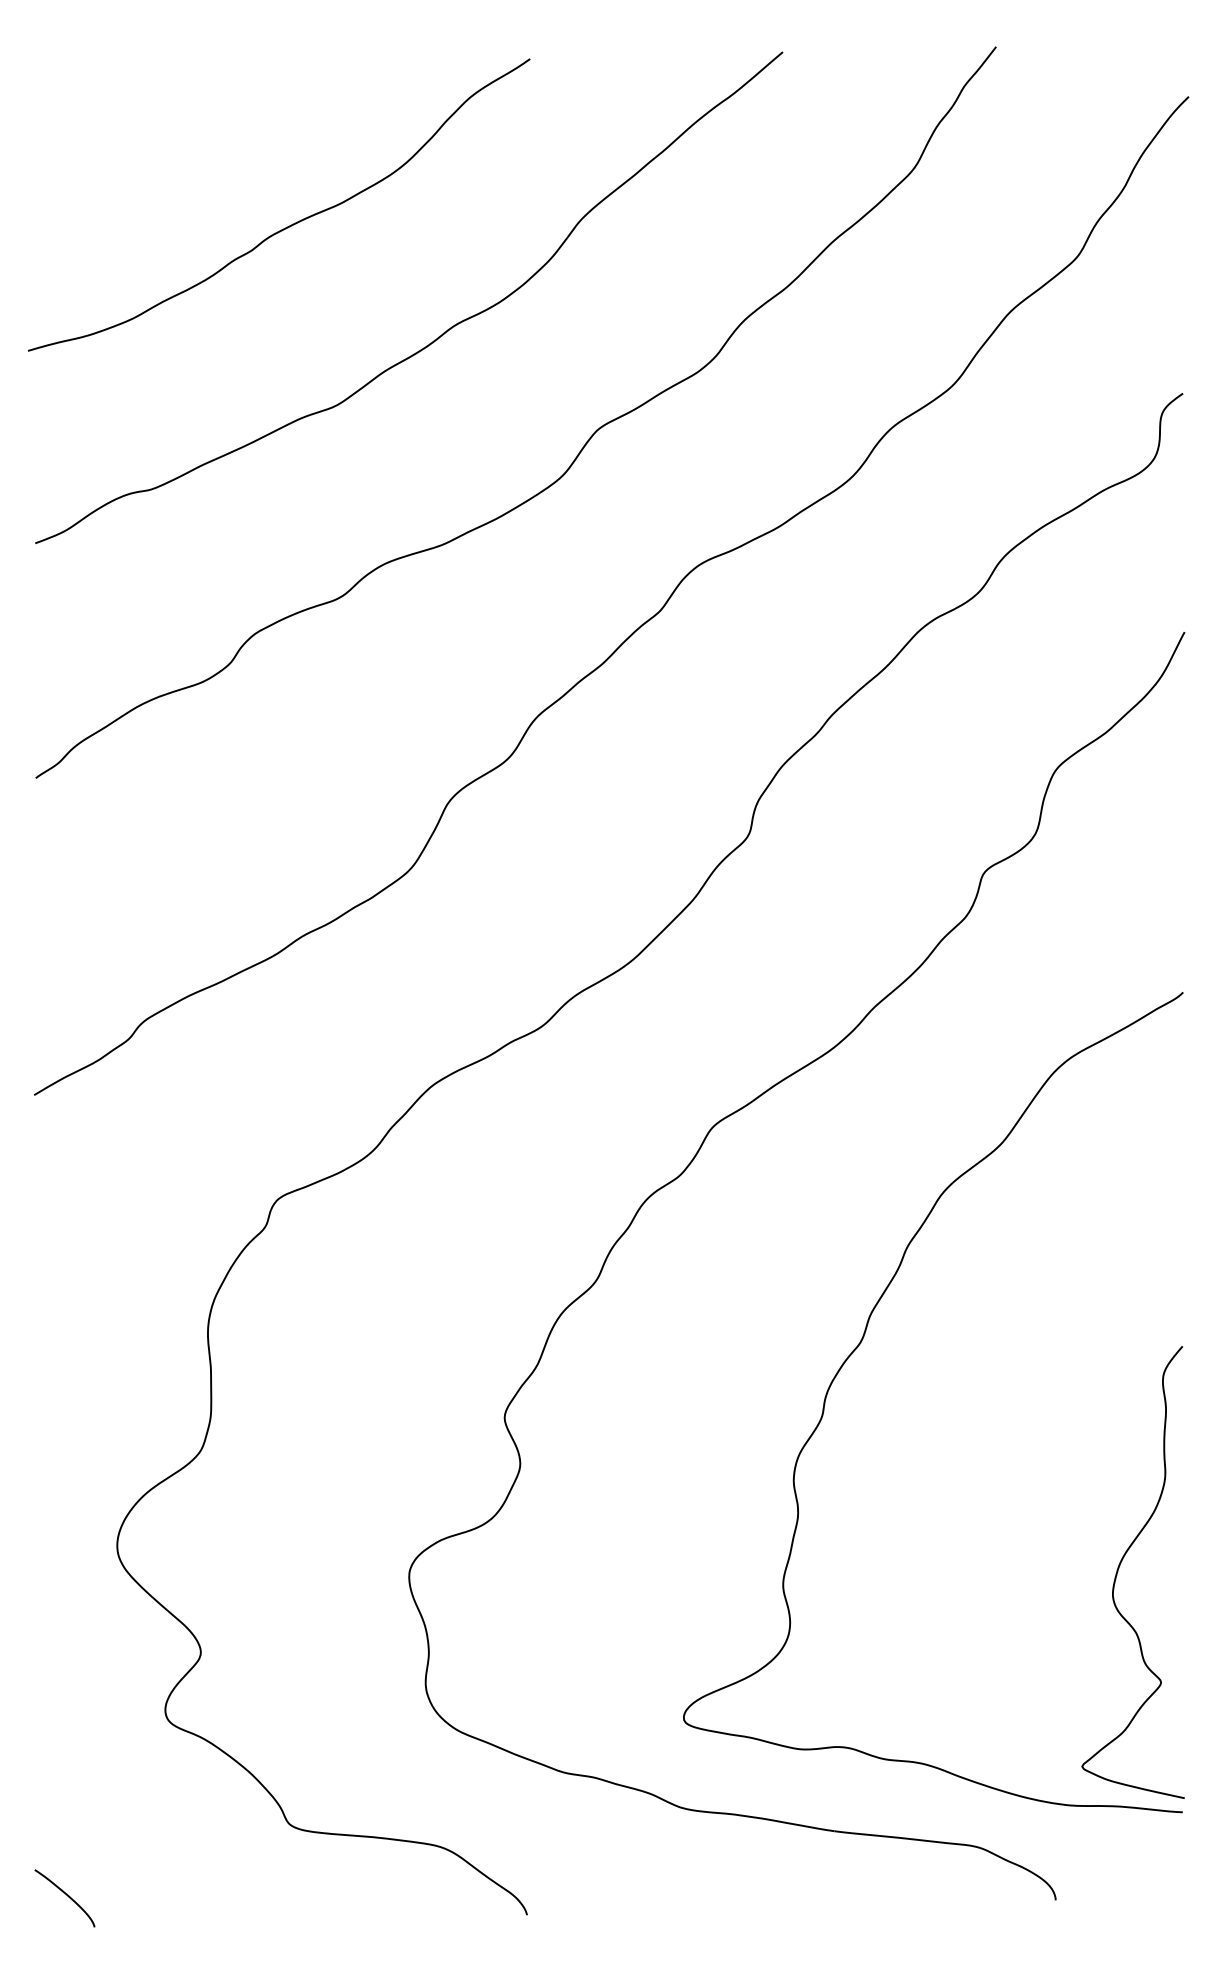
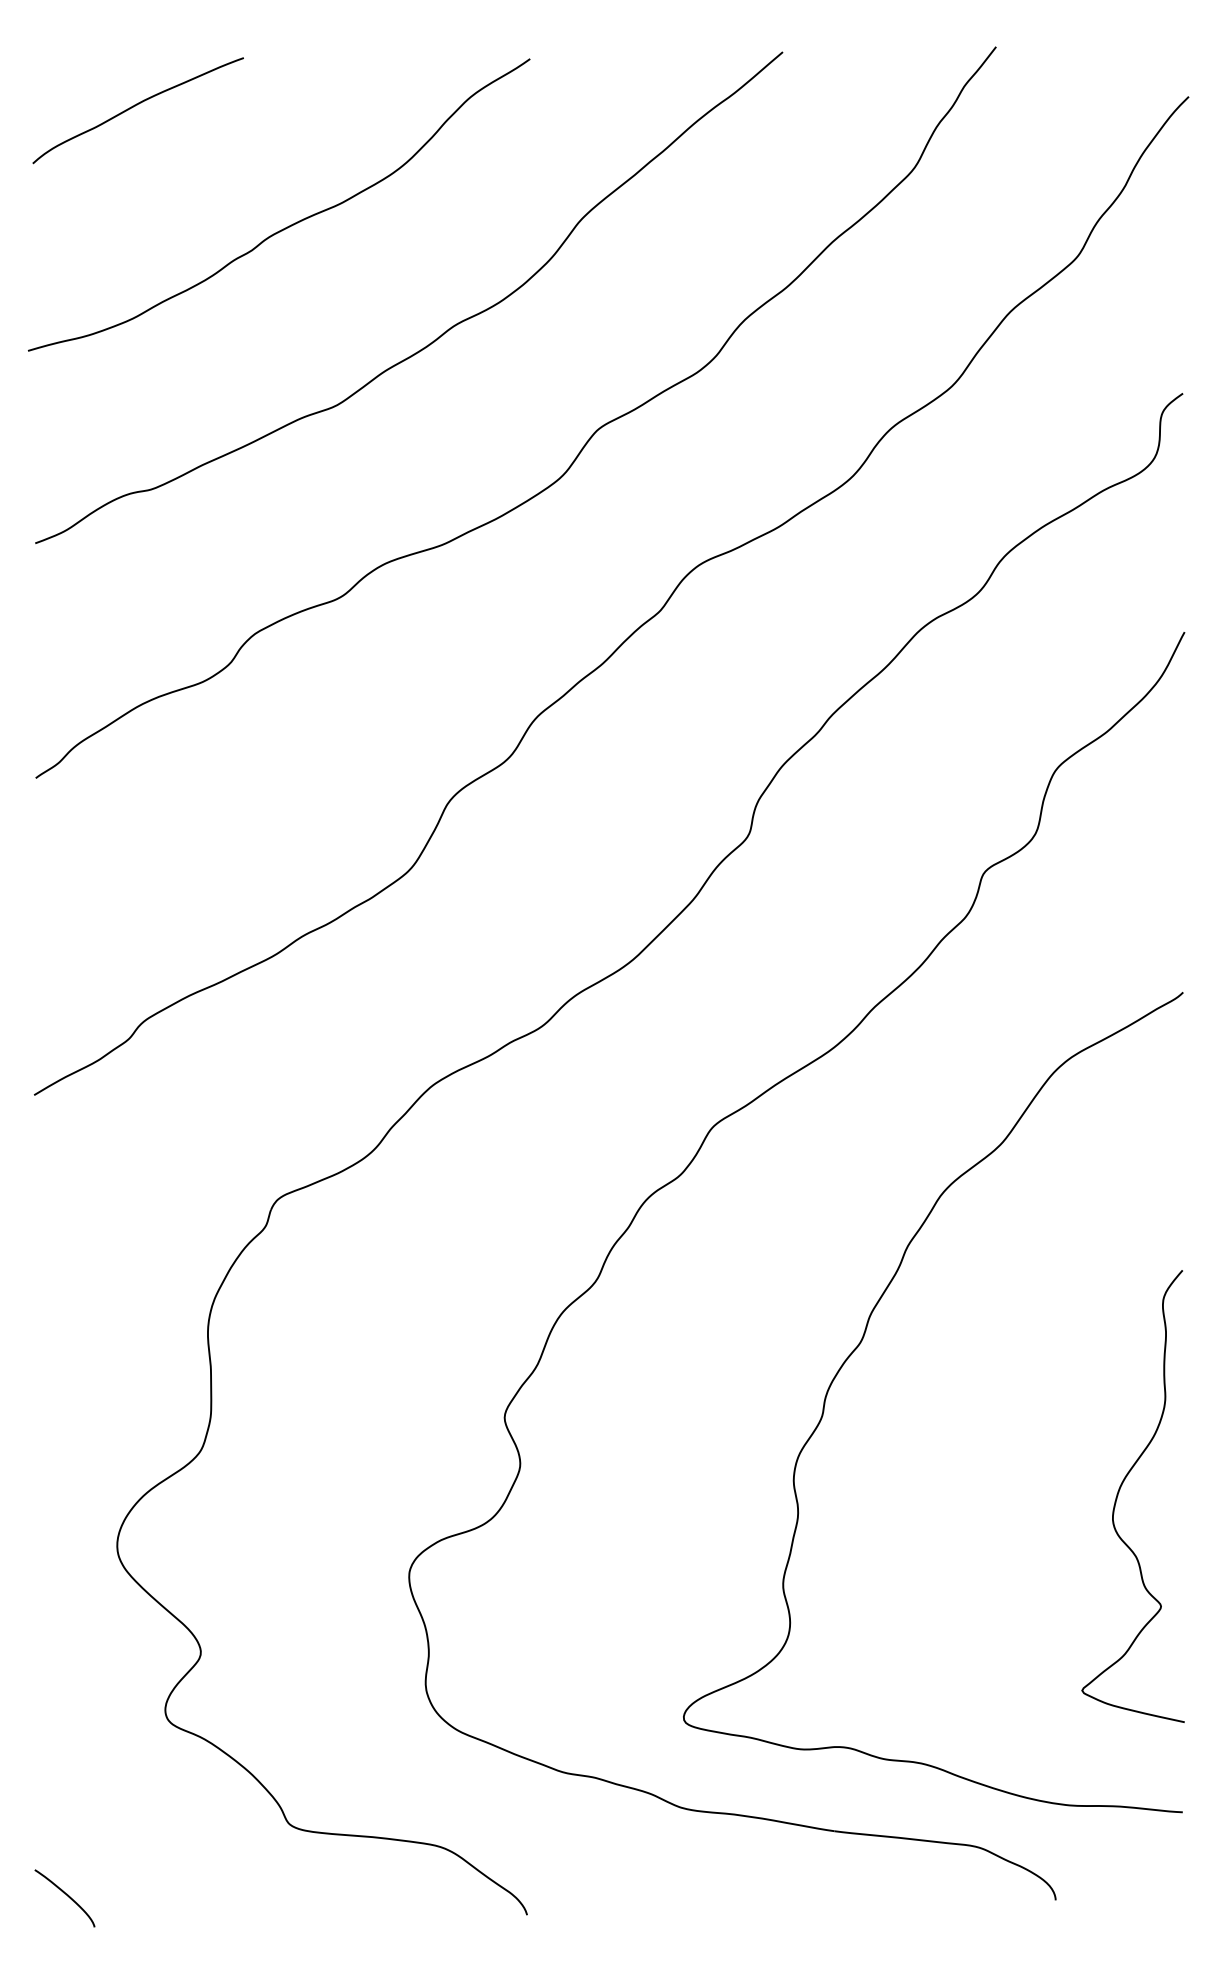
curve at (135, 106): none -> present
curve at (1119, 1568) position: (1119, 1568) -> (1119, 1492)
